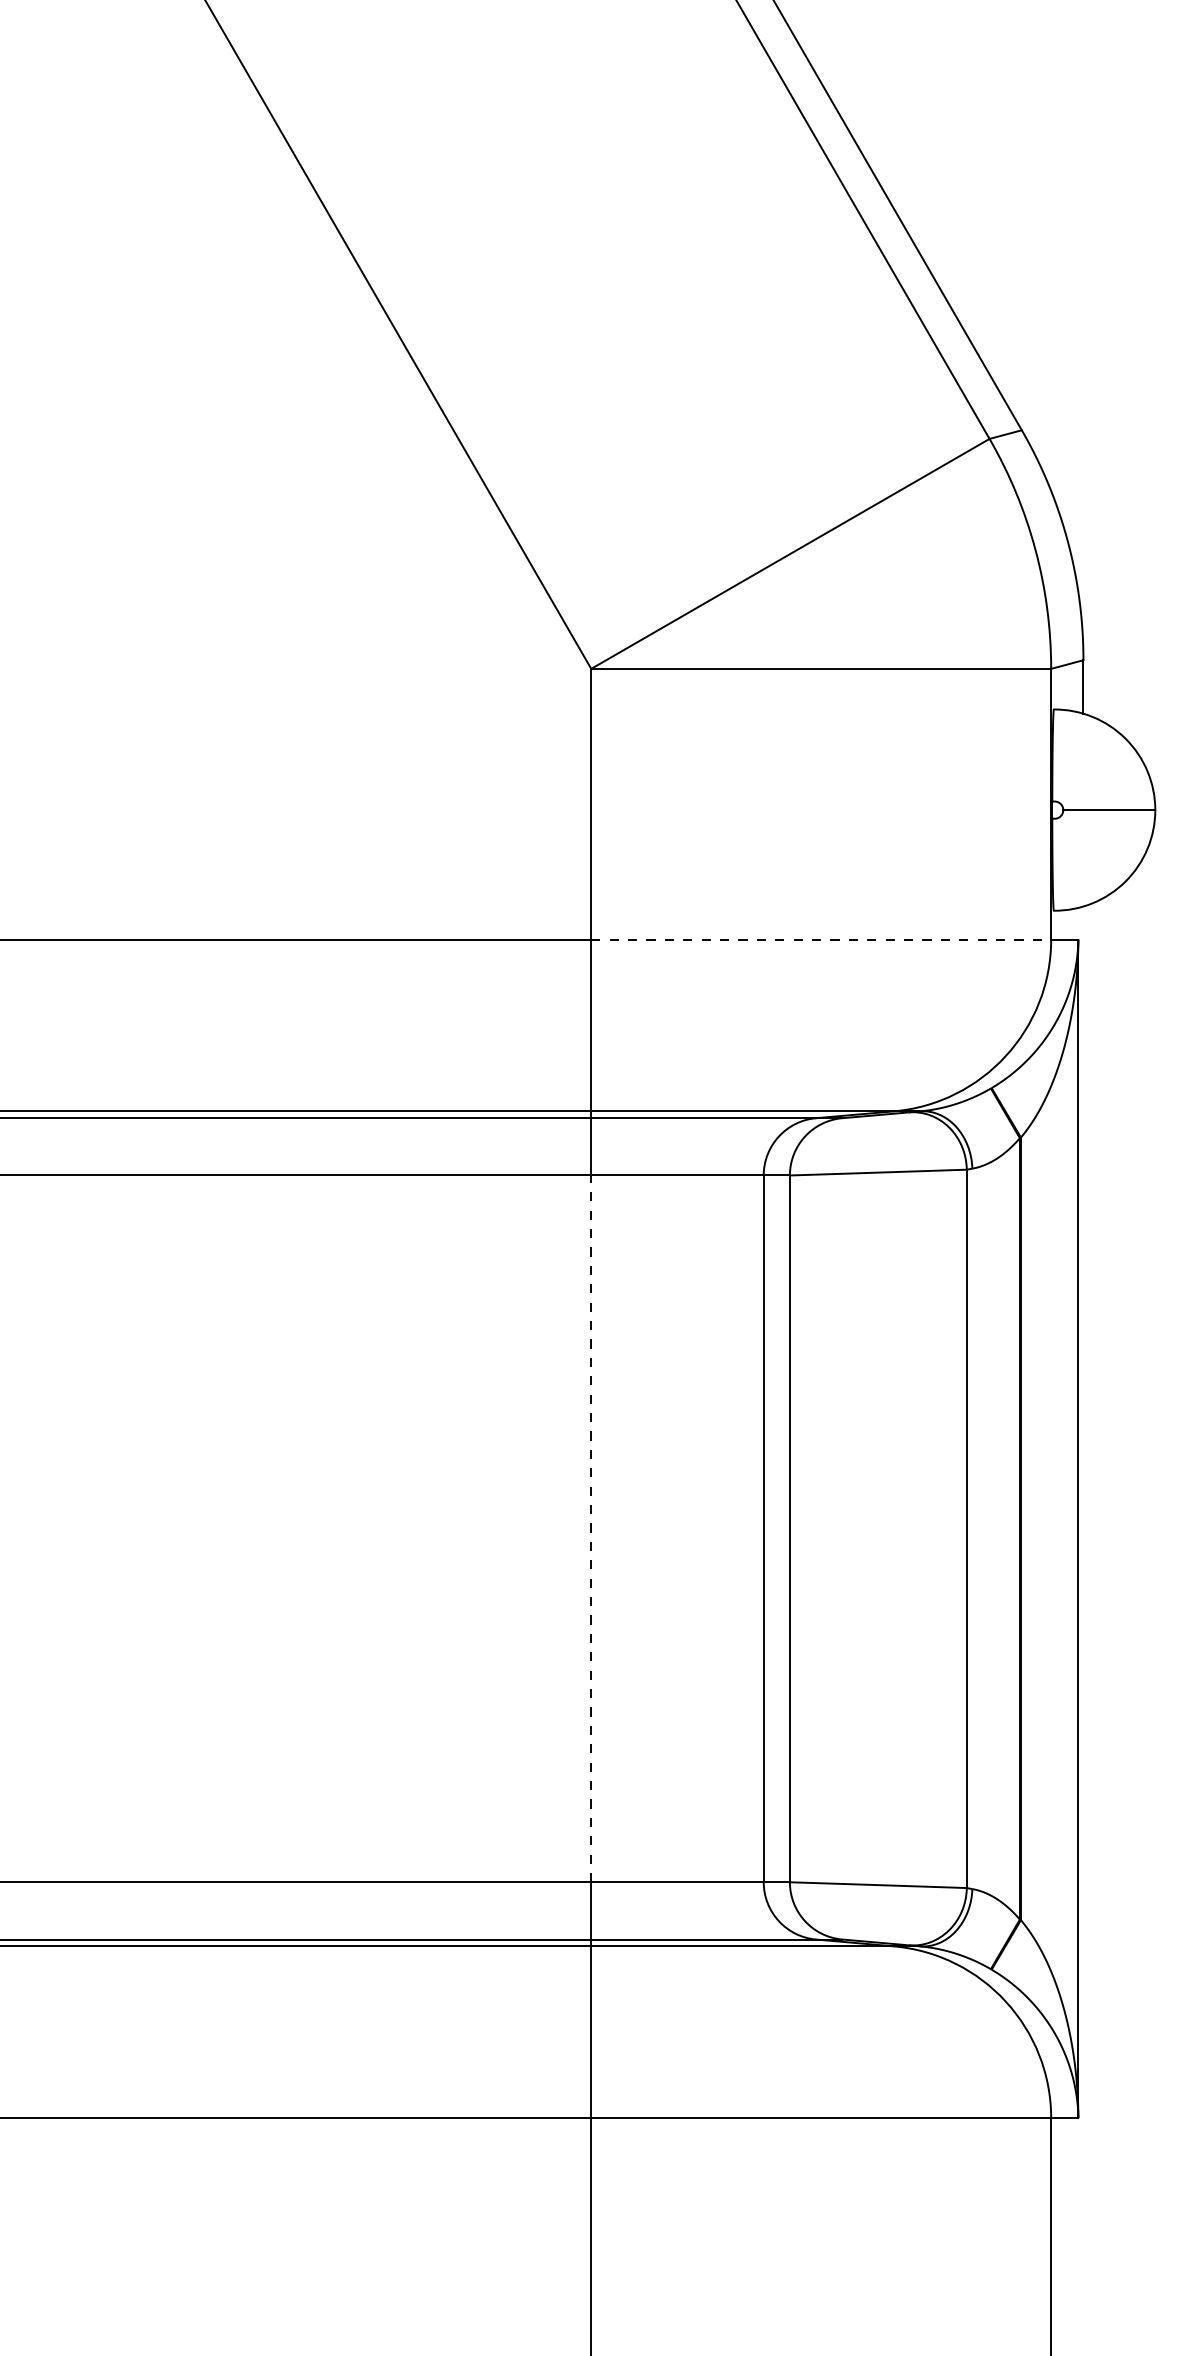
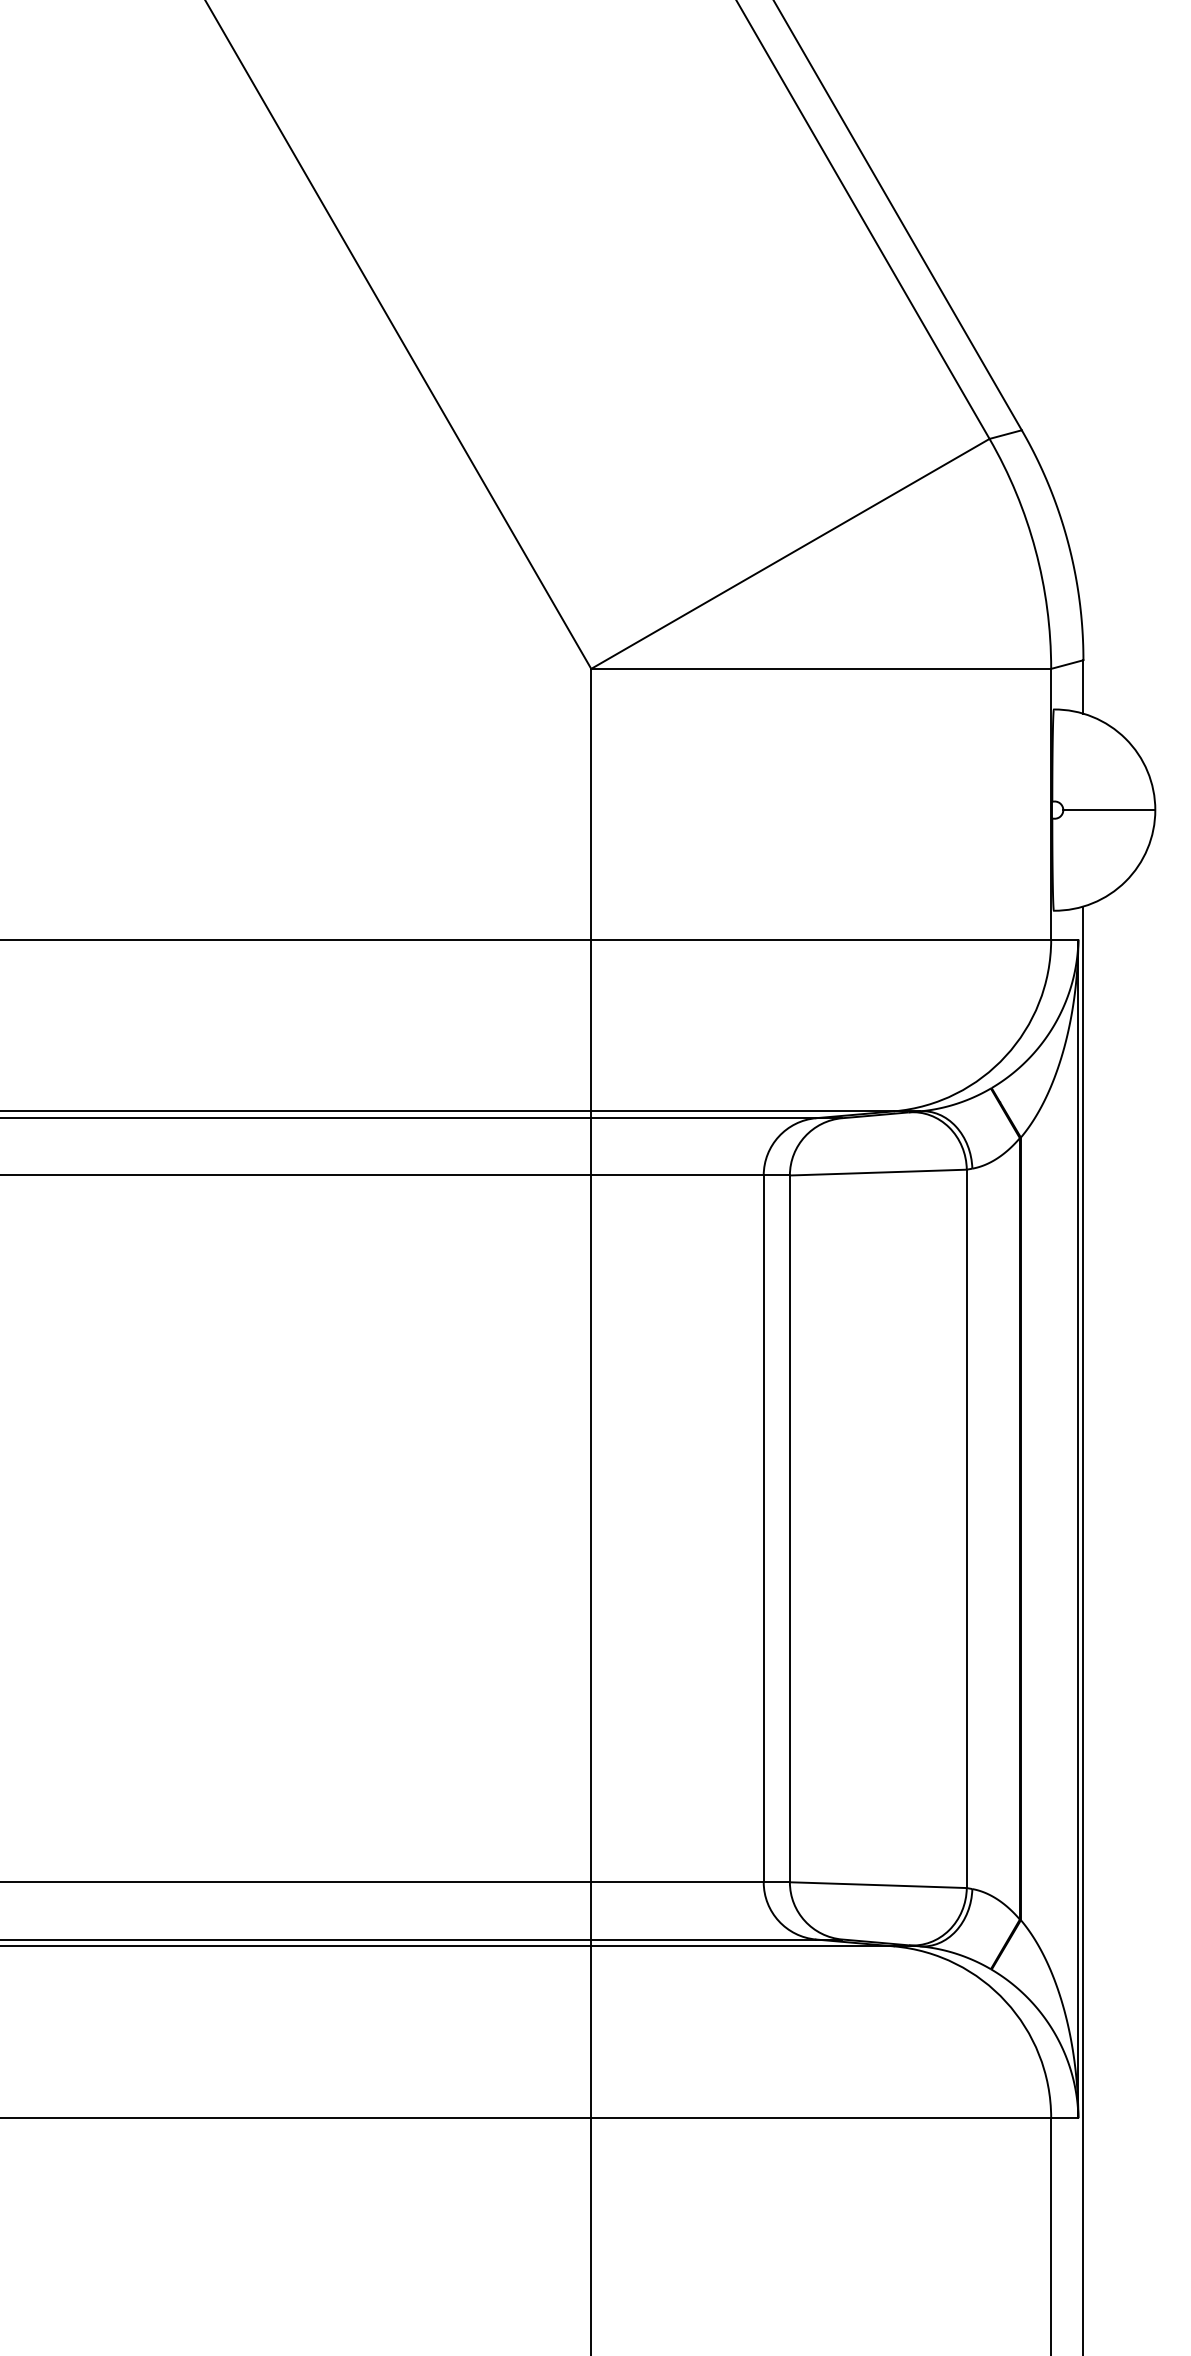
line at (821, 939): dashed -> solid
line at (591, 1528): dashed -> solid
line at (1083, 1629): none -> present
